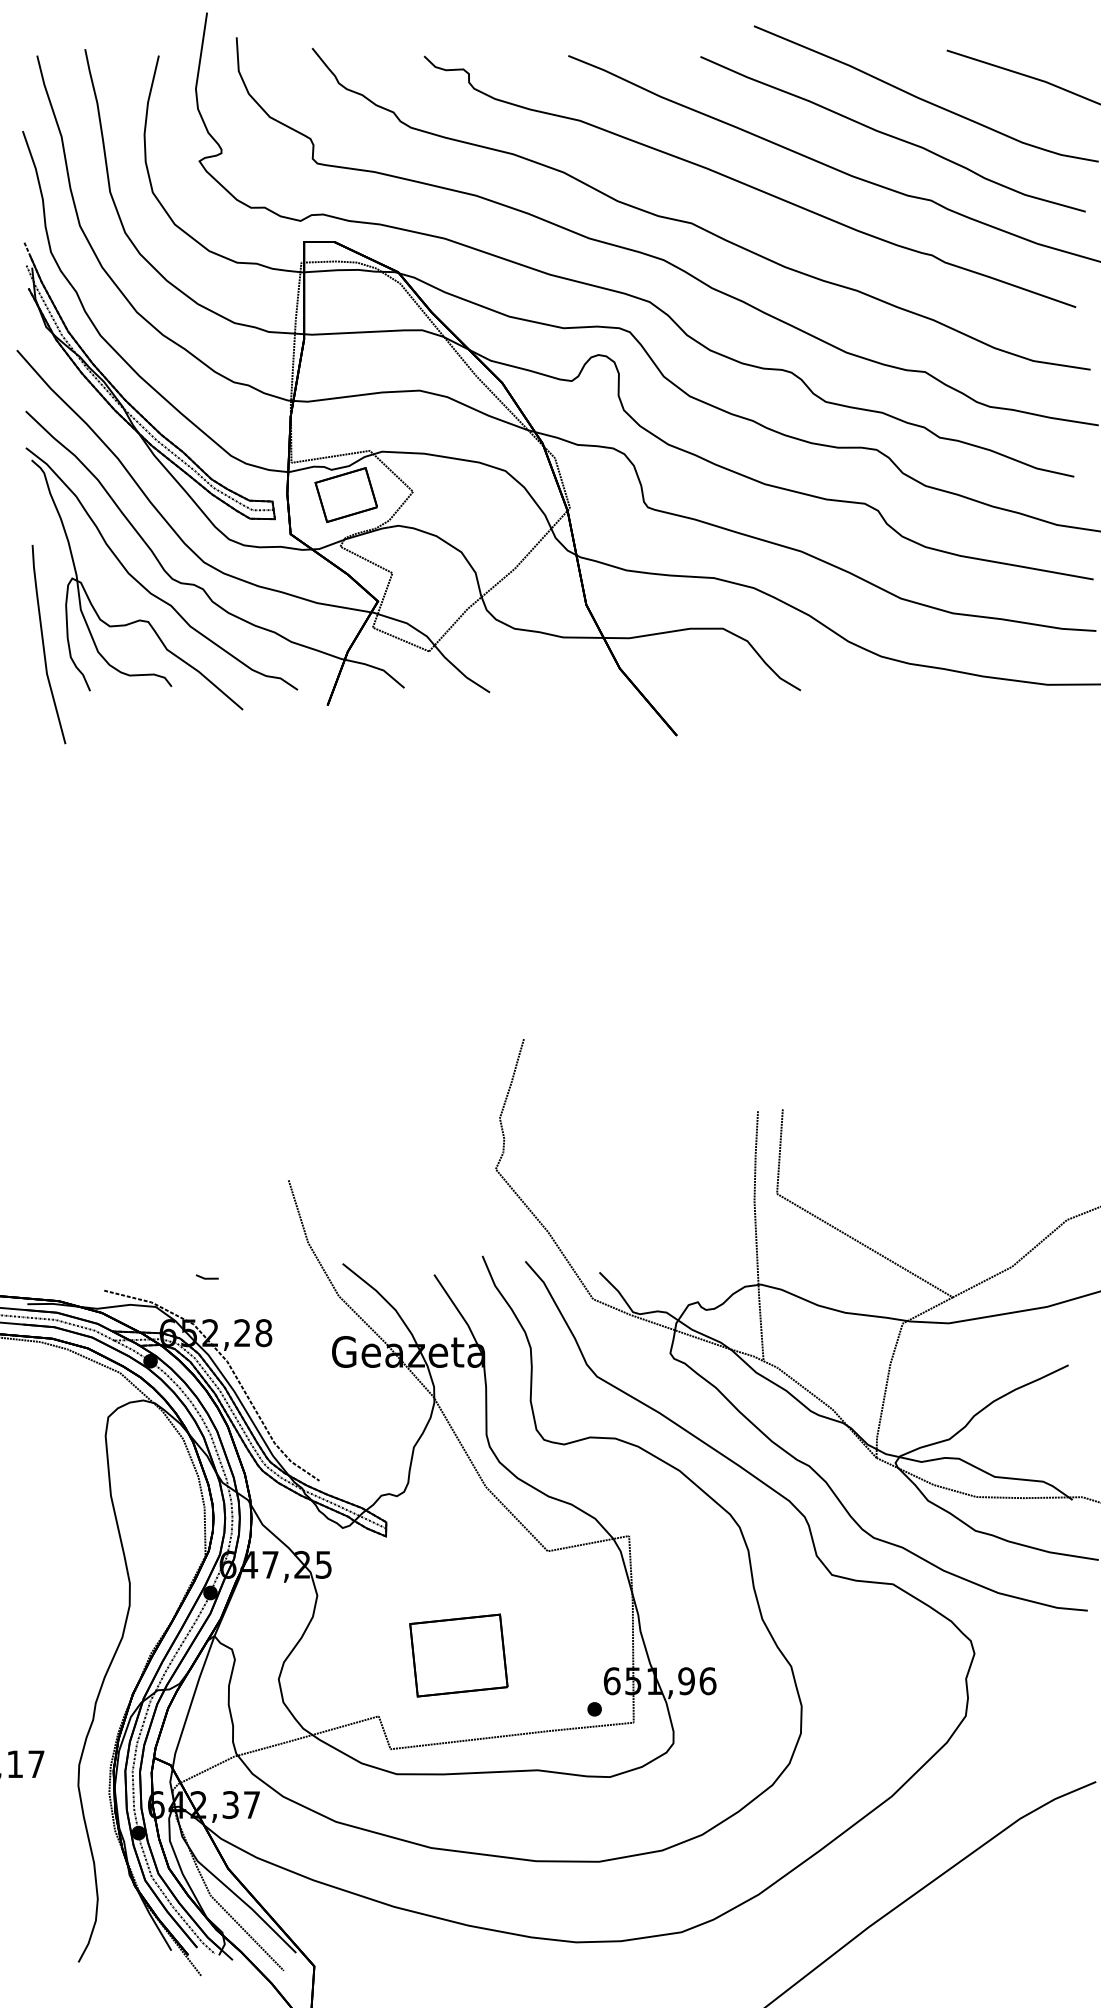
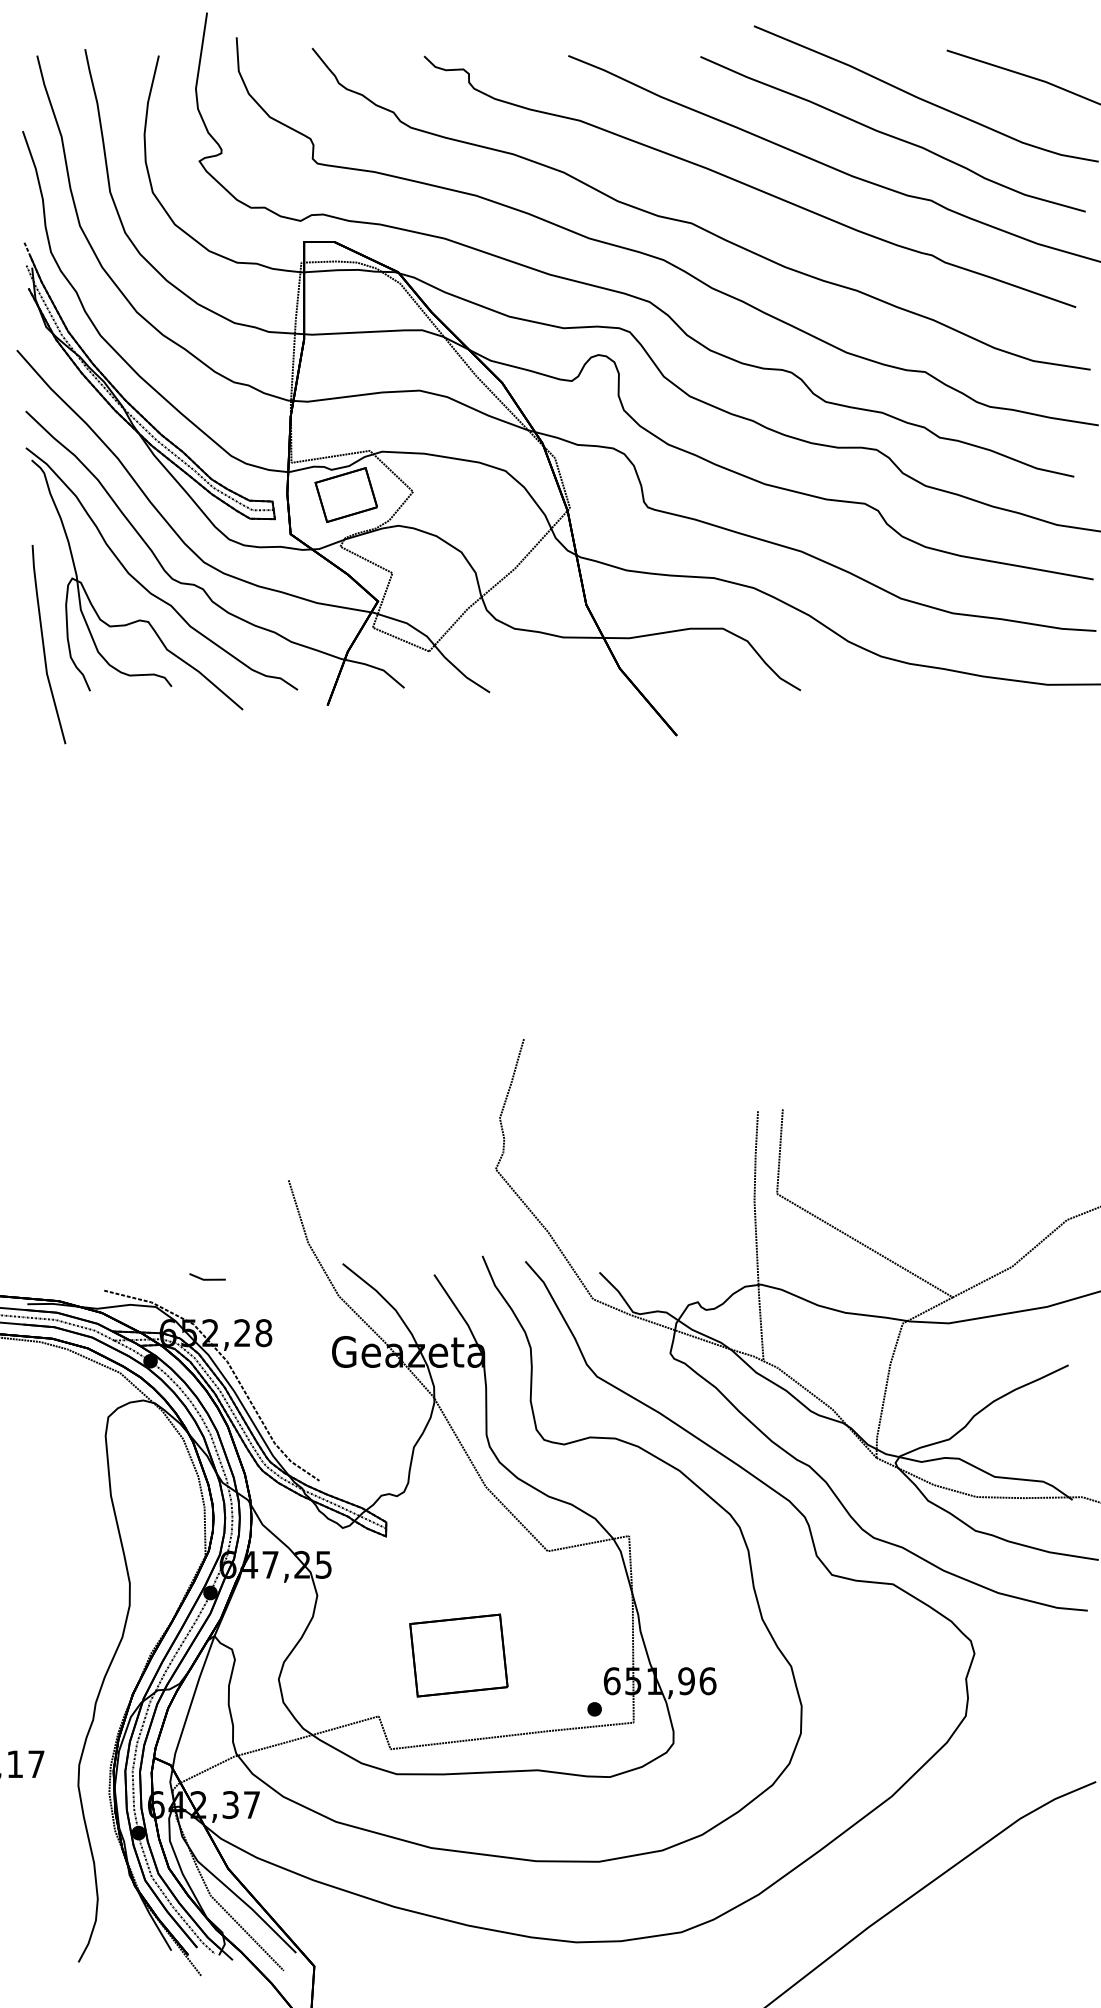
part at (206, 1276) size: 24x6 px -> 37x8 px
